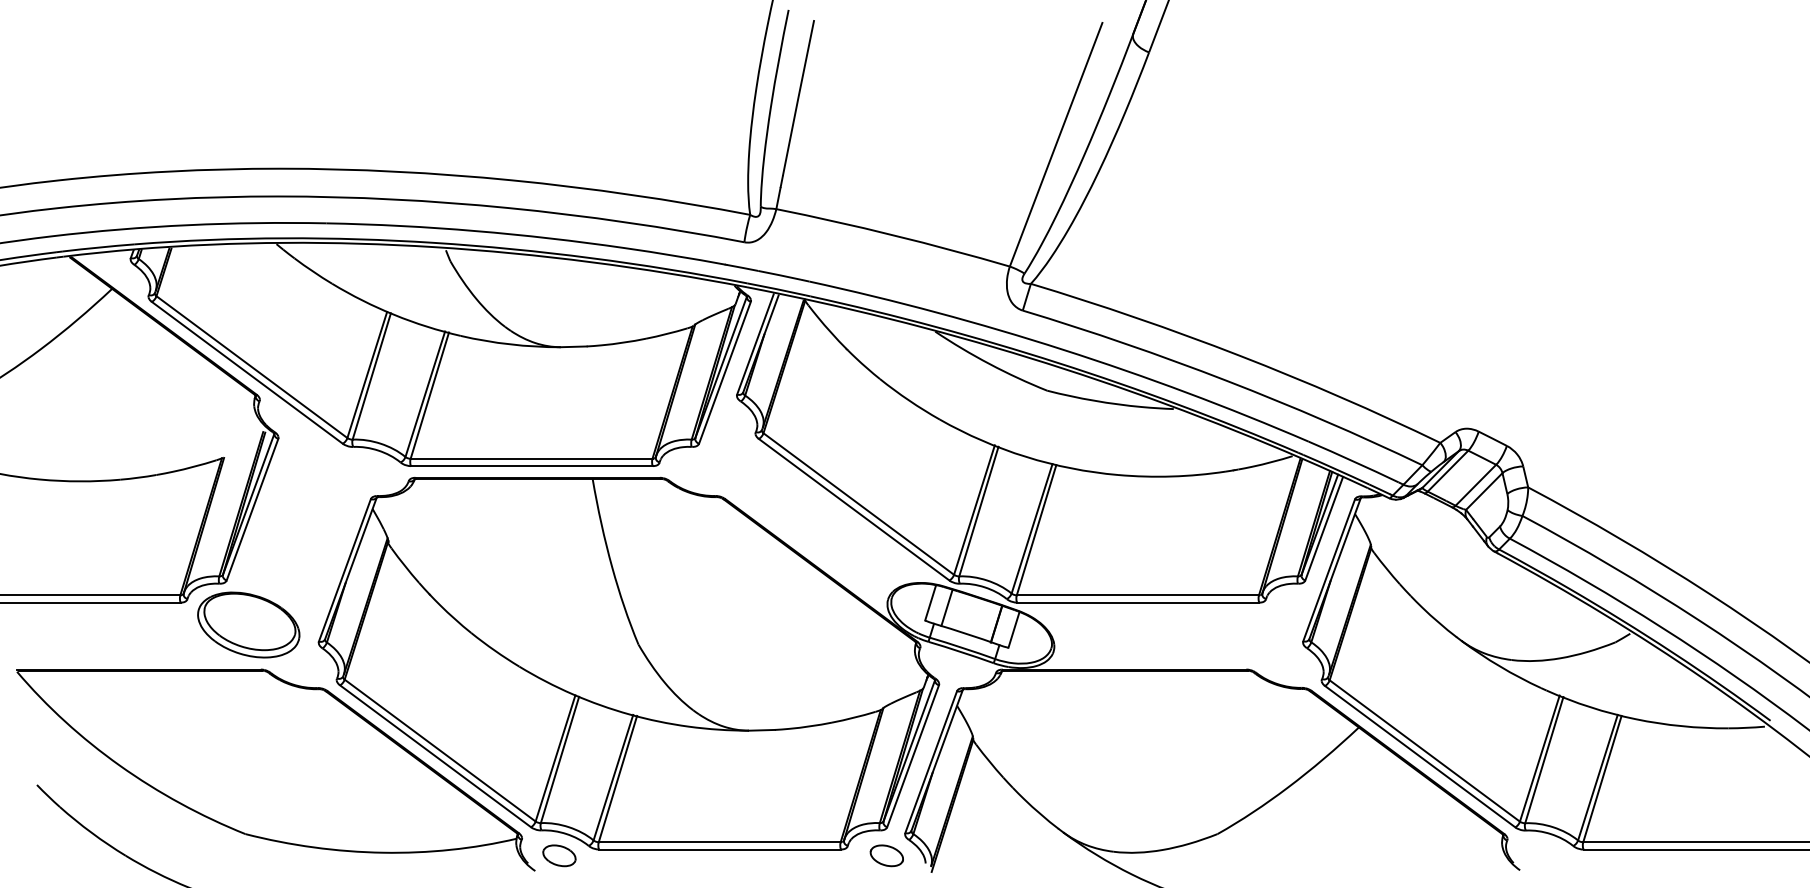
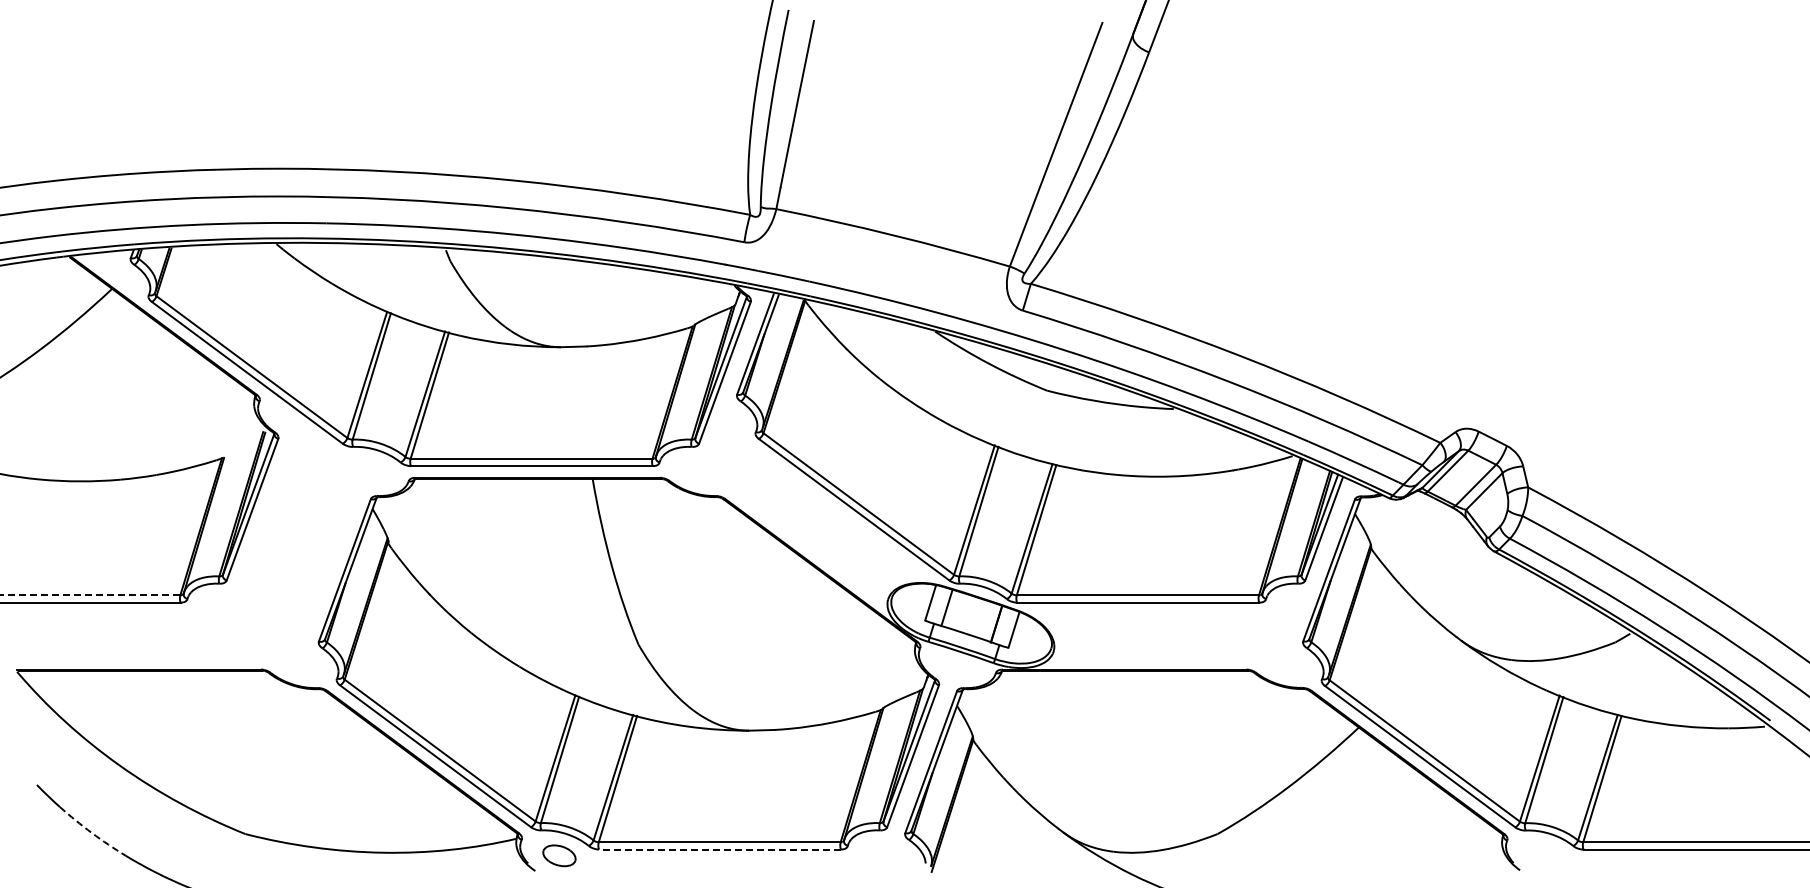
line at (90, 595): solid -> dashed
part at (248, 624): present -> none
arc at (91, 832): solid -> dashed
line at (720, 849): solid -> dashed
part at (886, 855): present -> none
